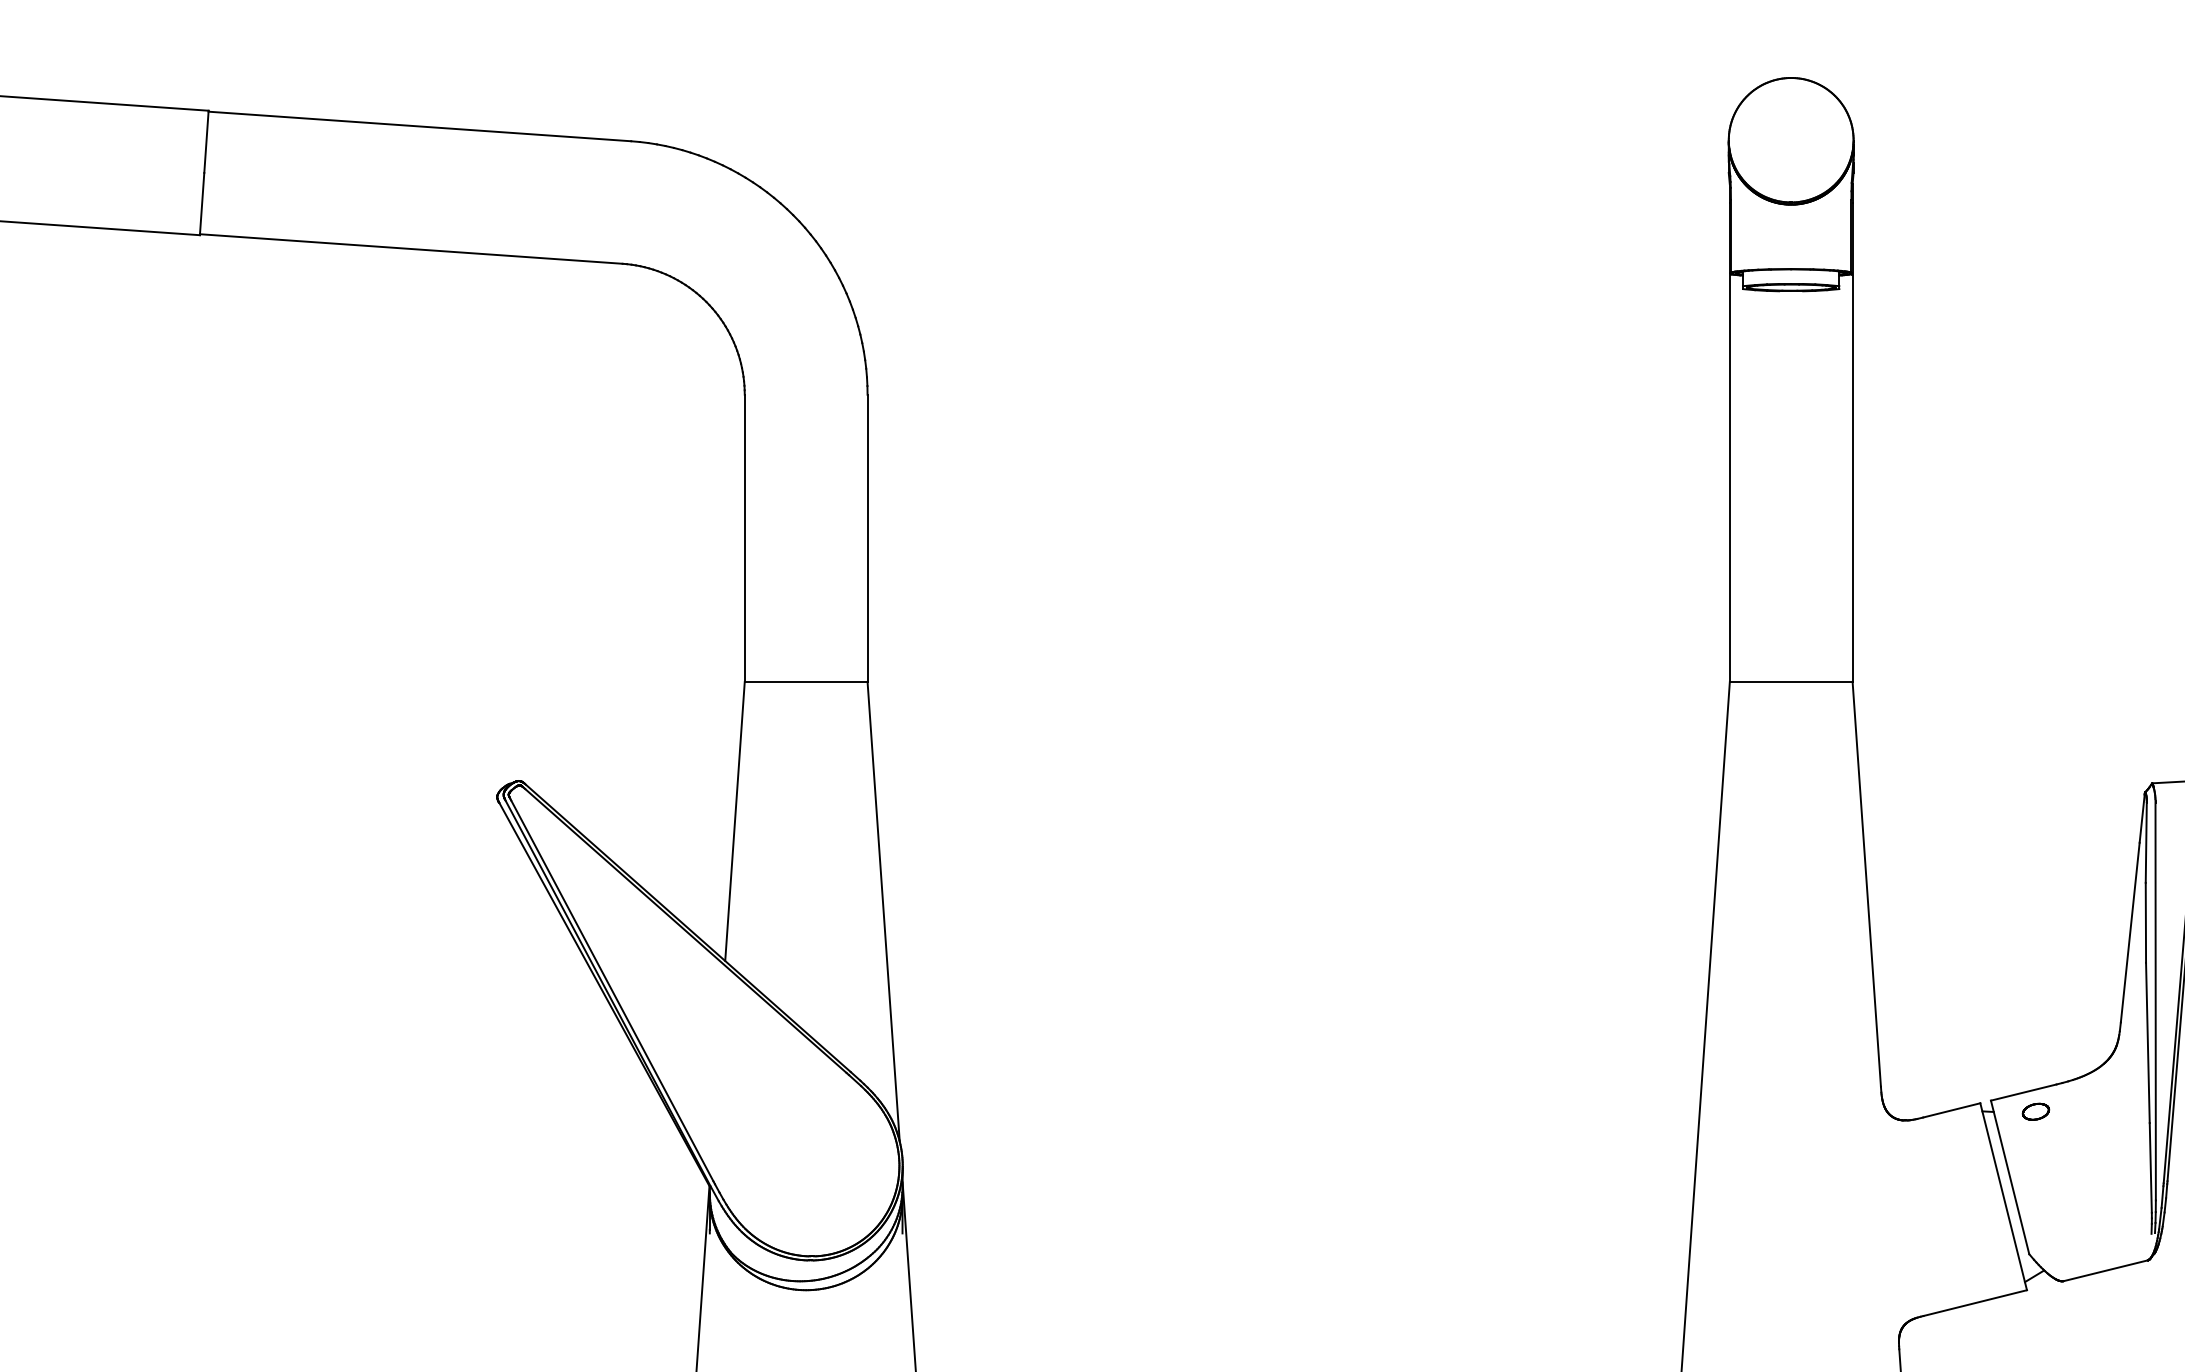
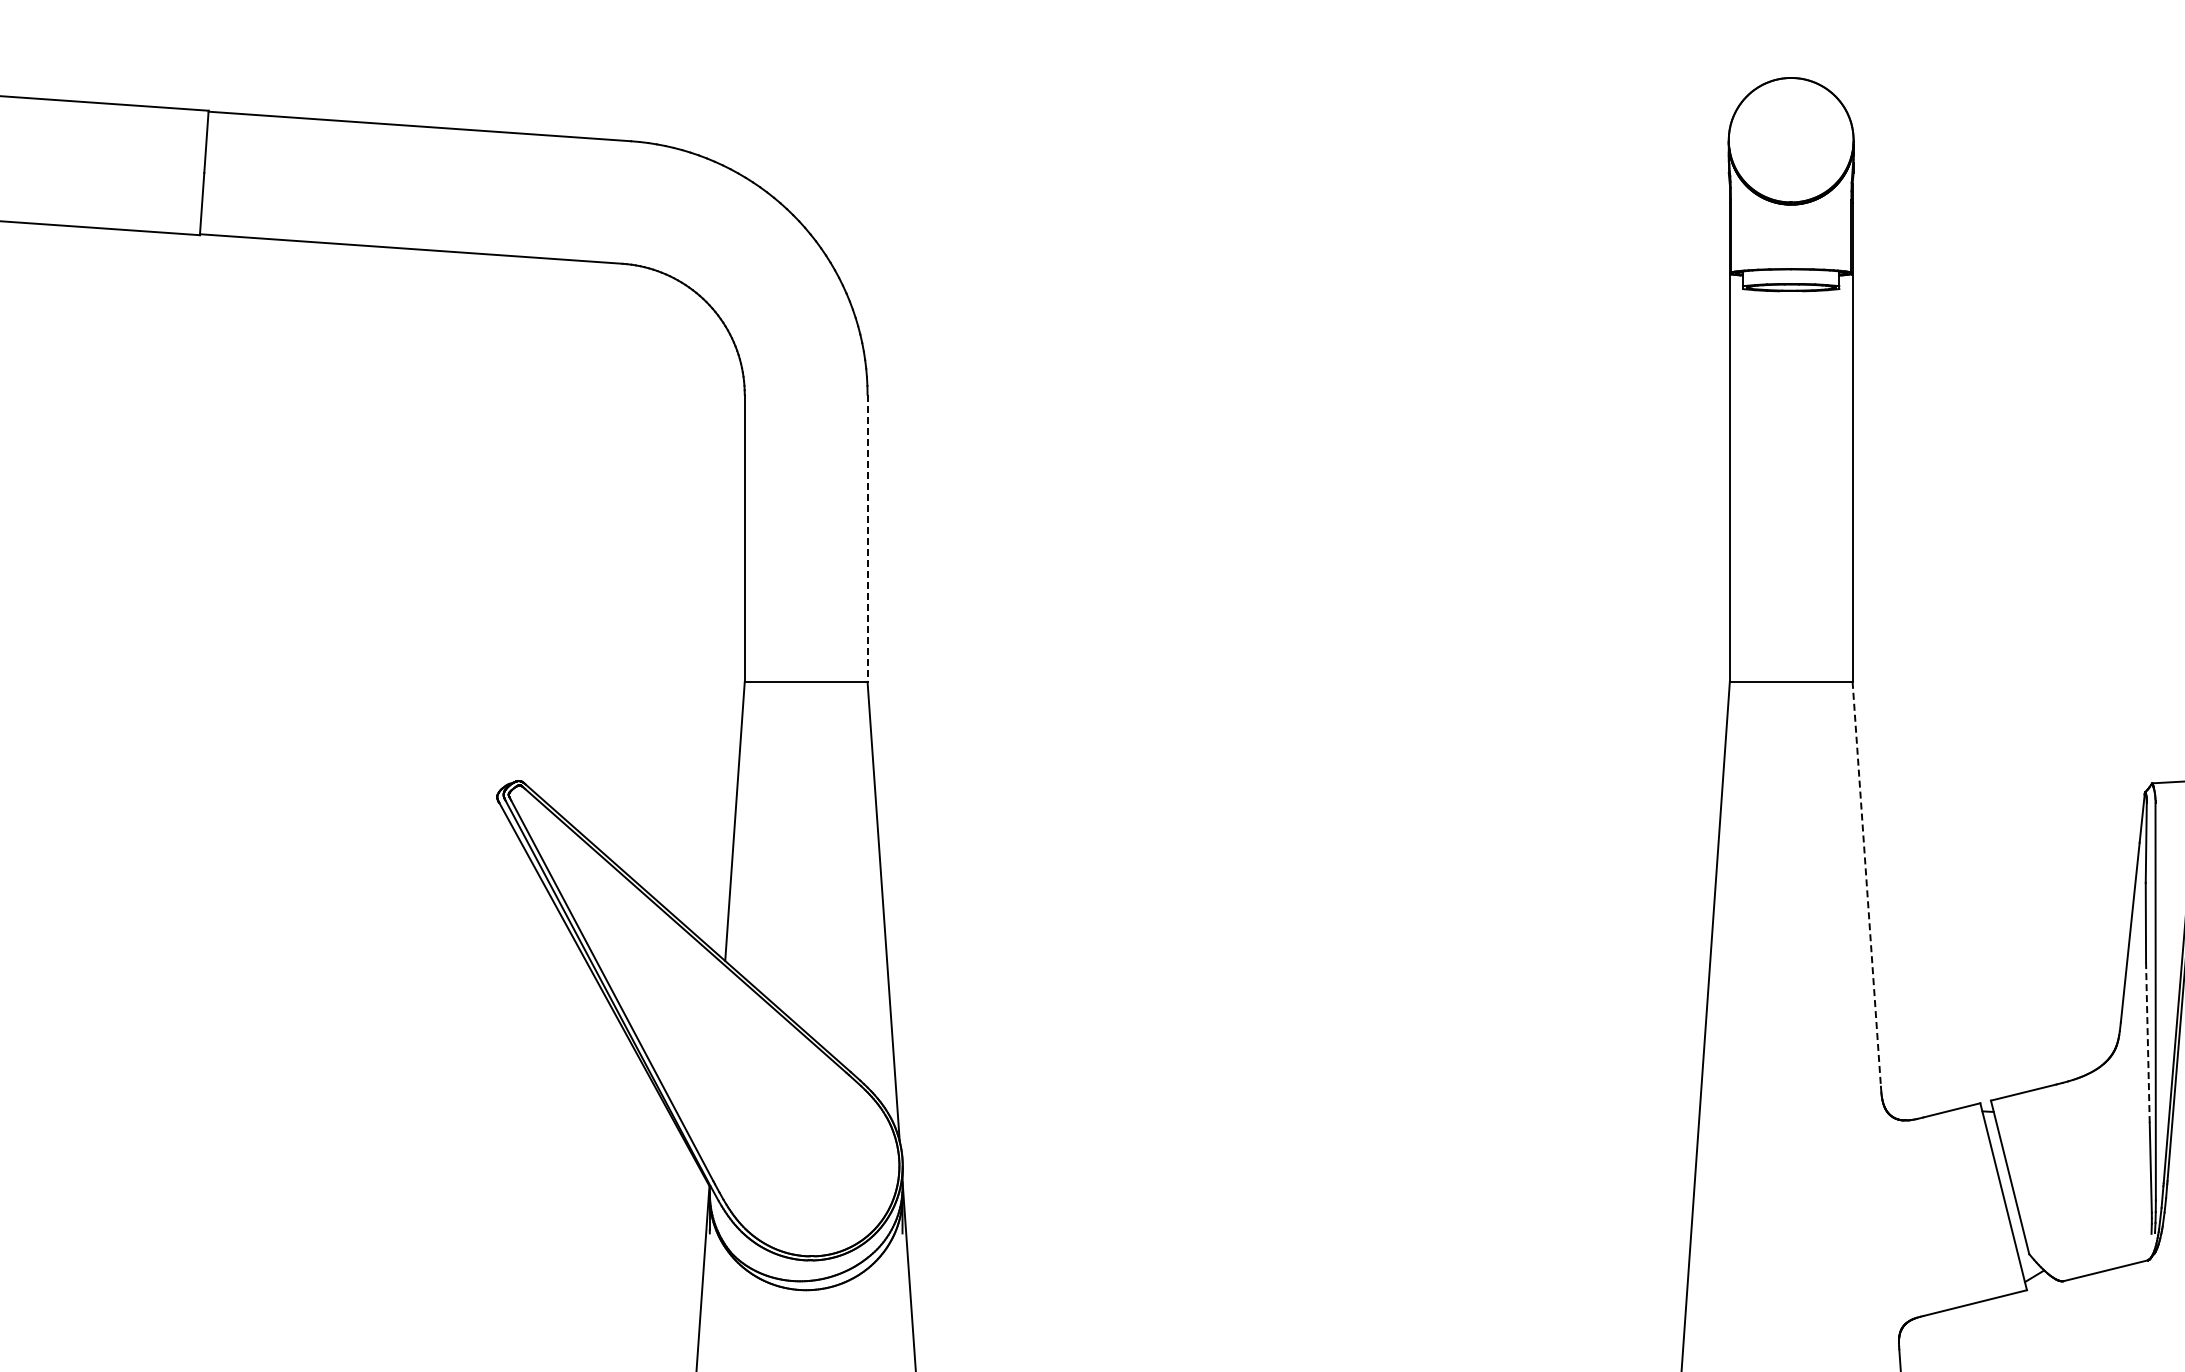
line at (867, 538): solid -> dashed
line at (1866, 884): solid -> dashed
line at (2147, 1042): solid -> dashed
part at (2035, 1111): present -> none
